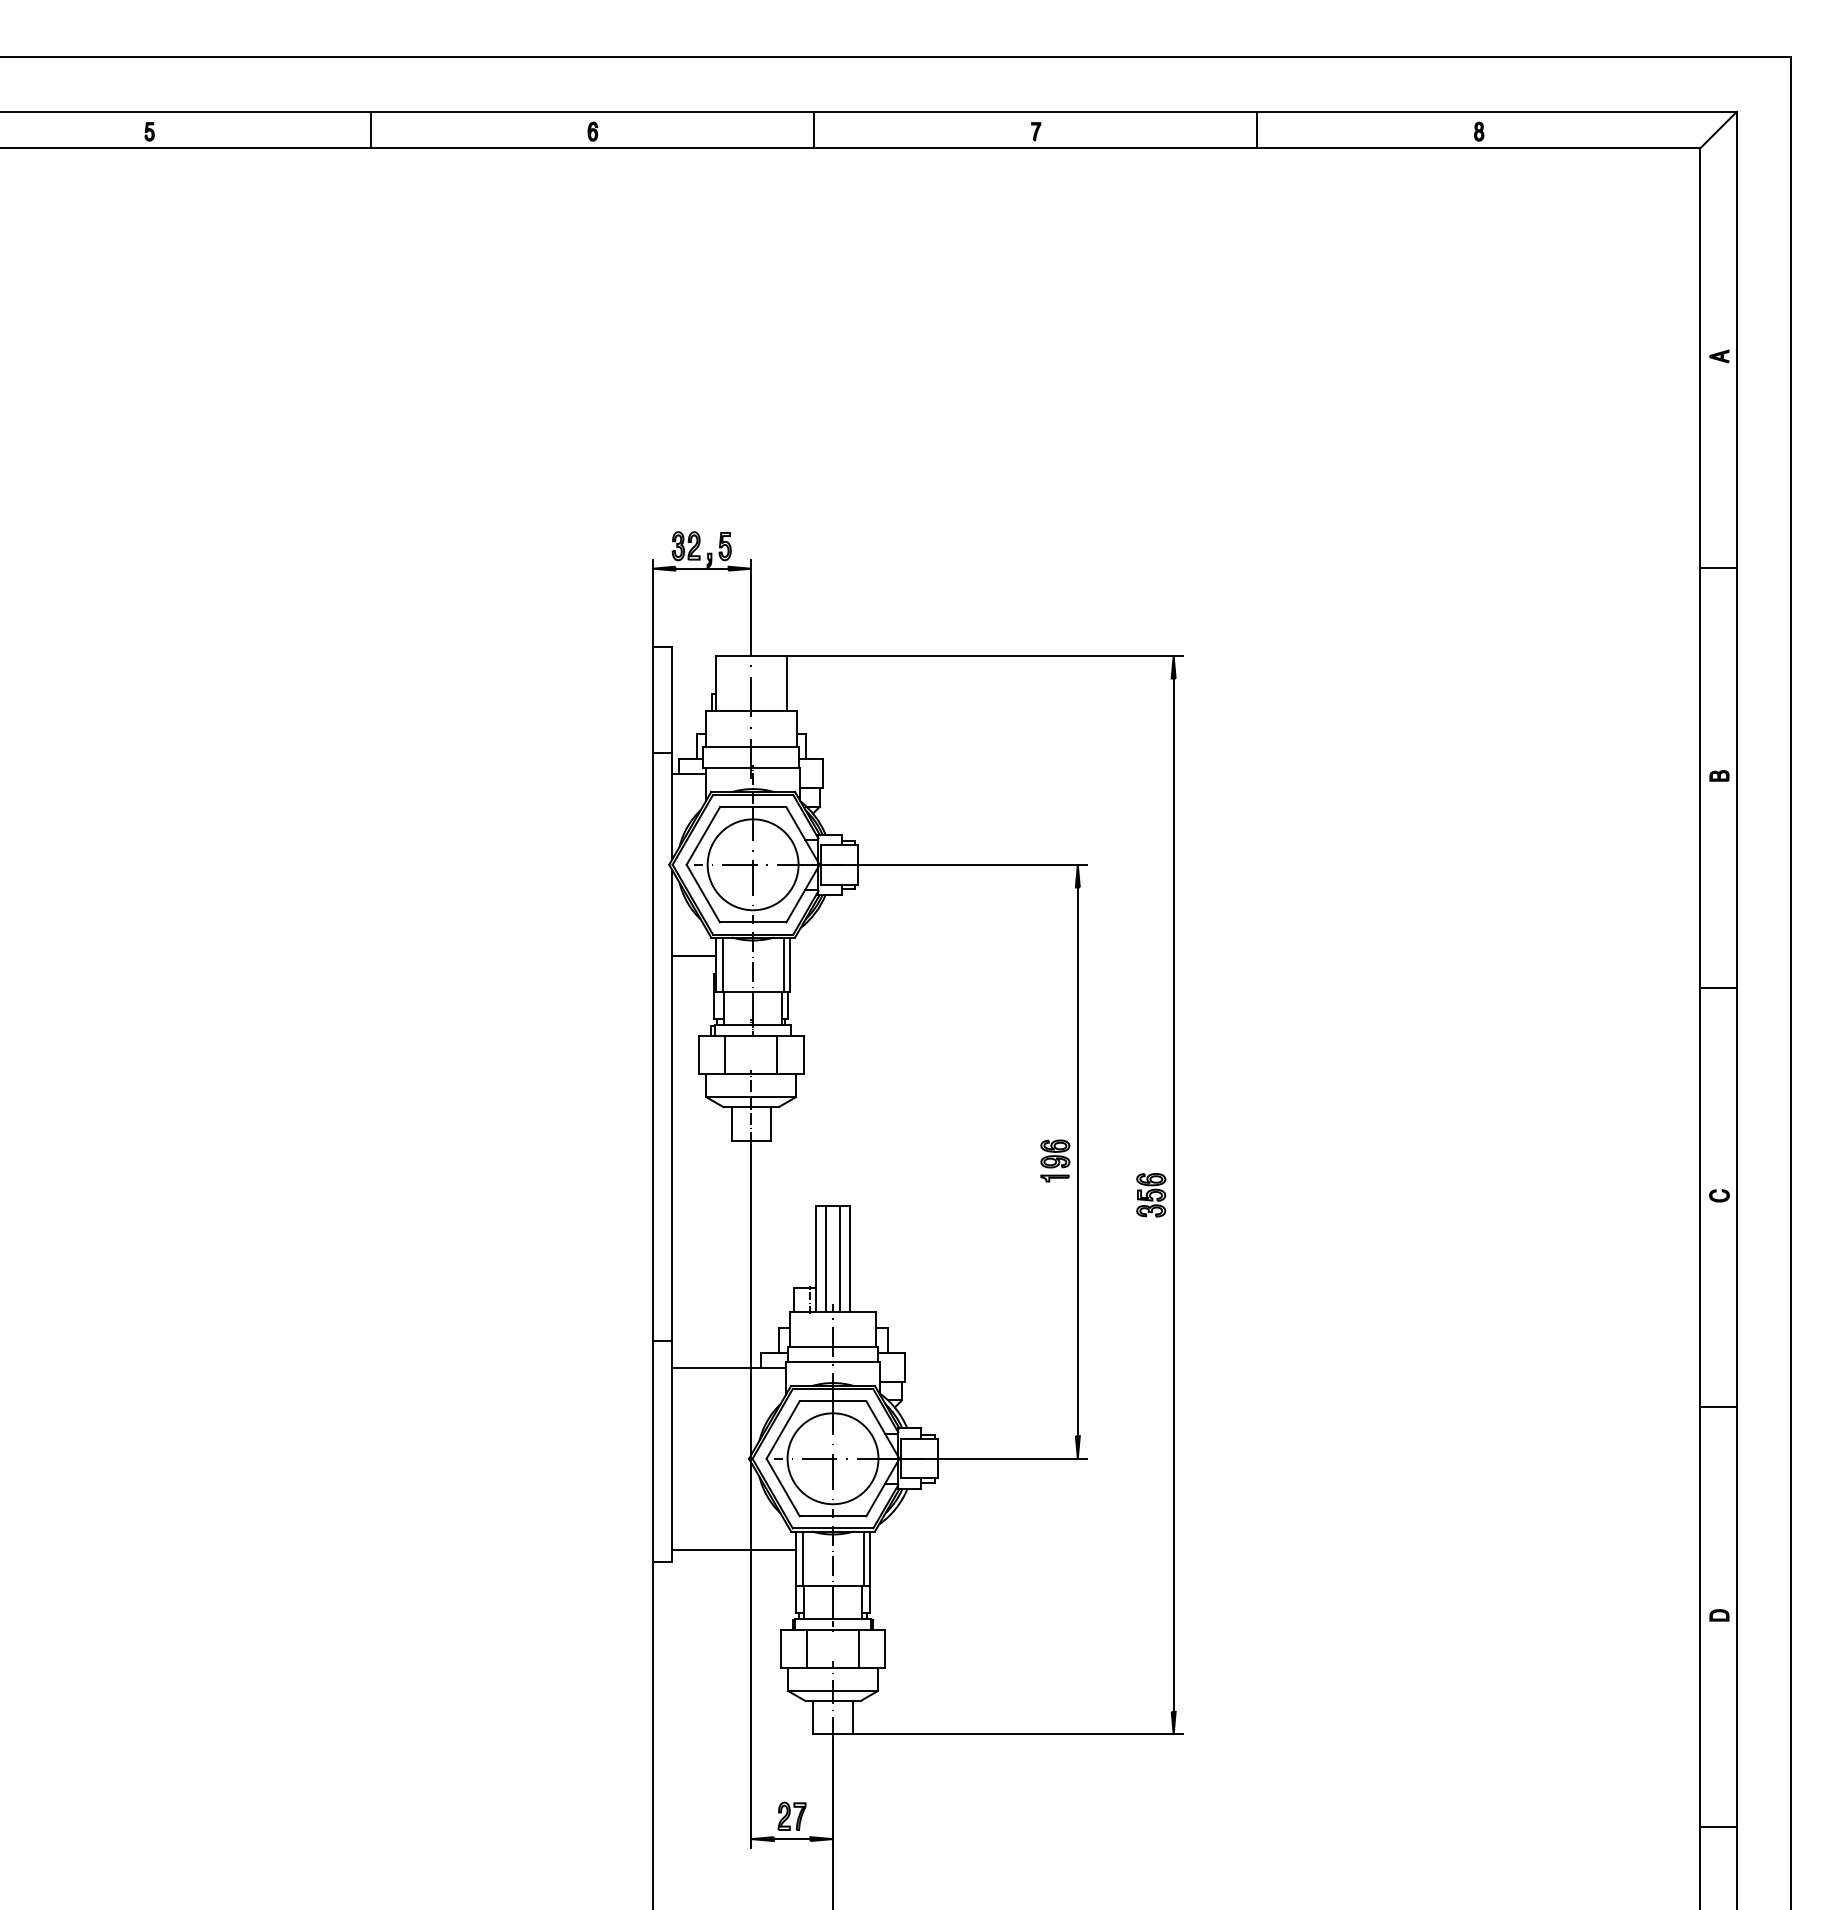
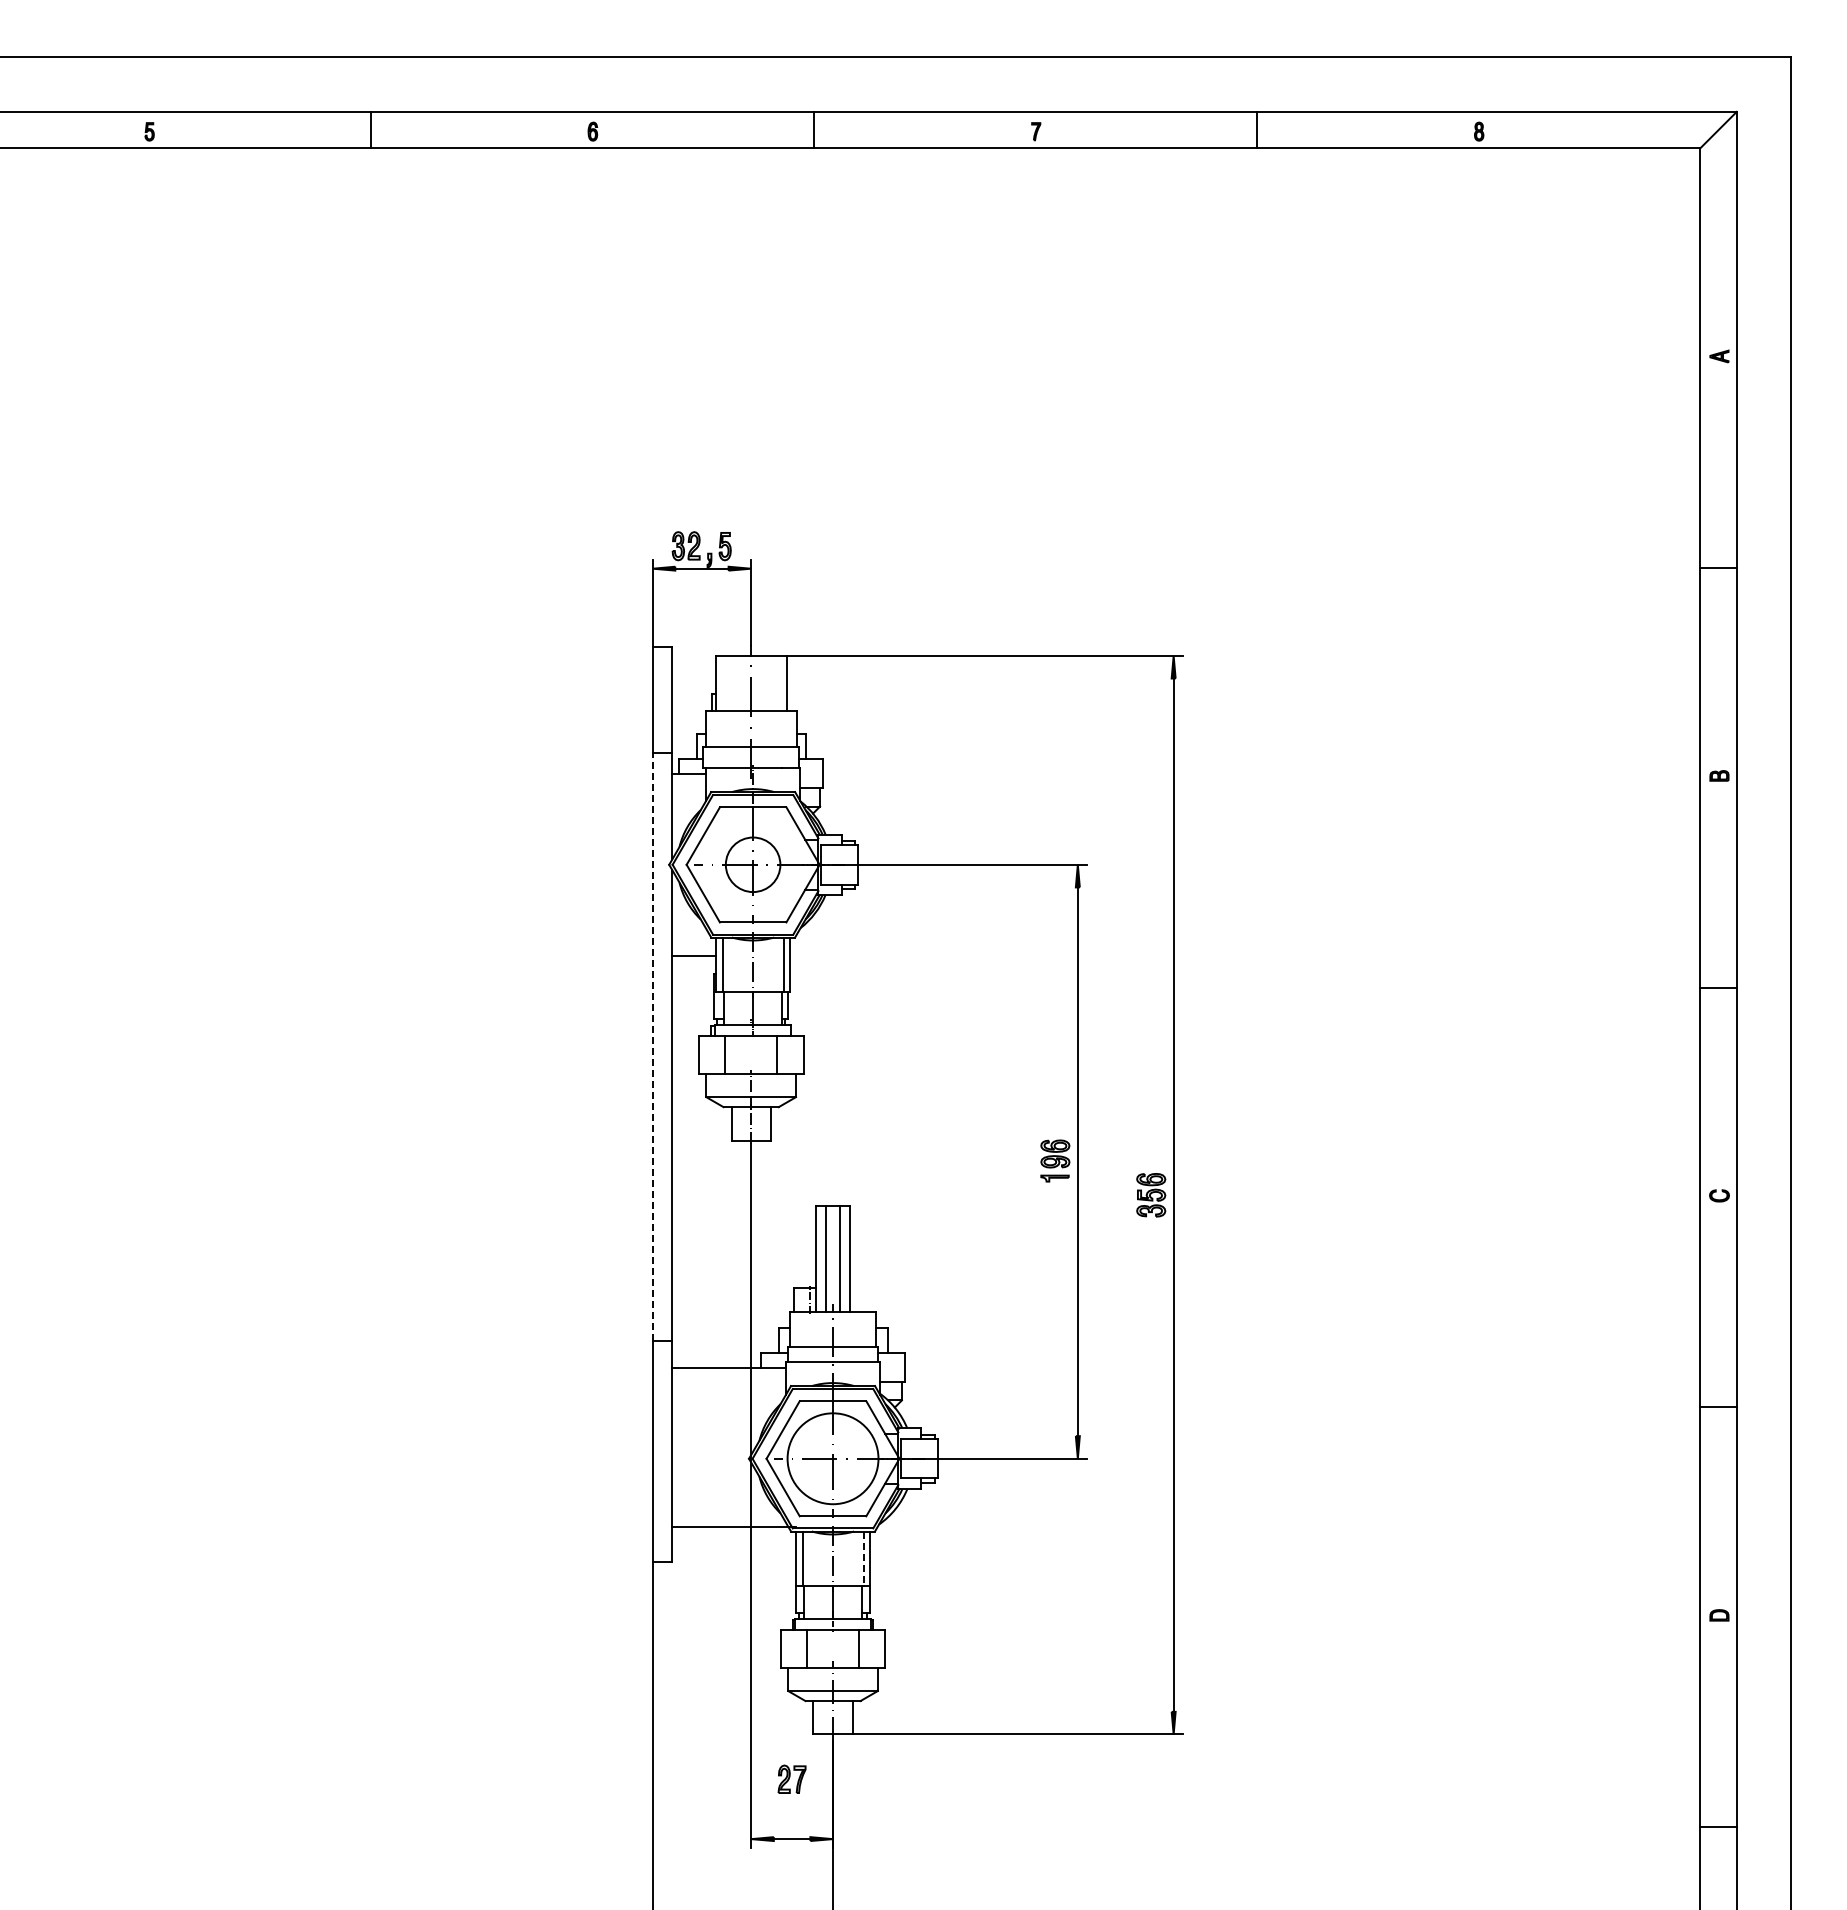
circle at (752, 864) diameter: 91 px -> 55 px
line at (652, 1046): solid -> dashed
line at (733, 1549) position: (733, 1549) -> (733, 1526)
line at (863, 1559): solid -> dashed
part at (791, 1815) position: (791, 1815) -> (791, 1778)
